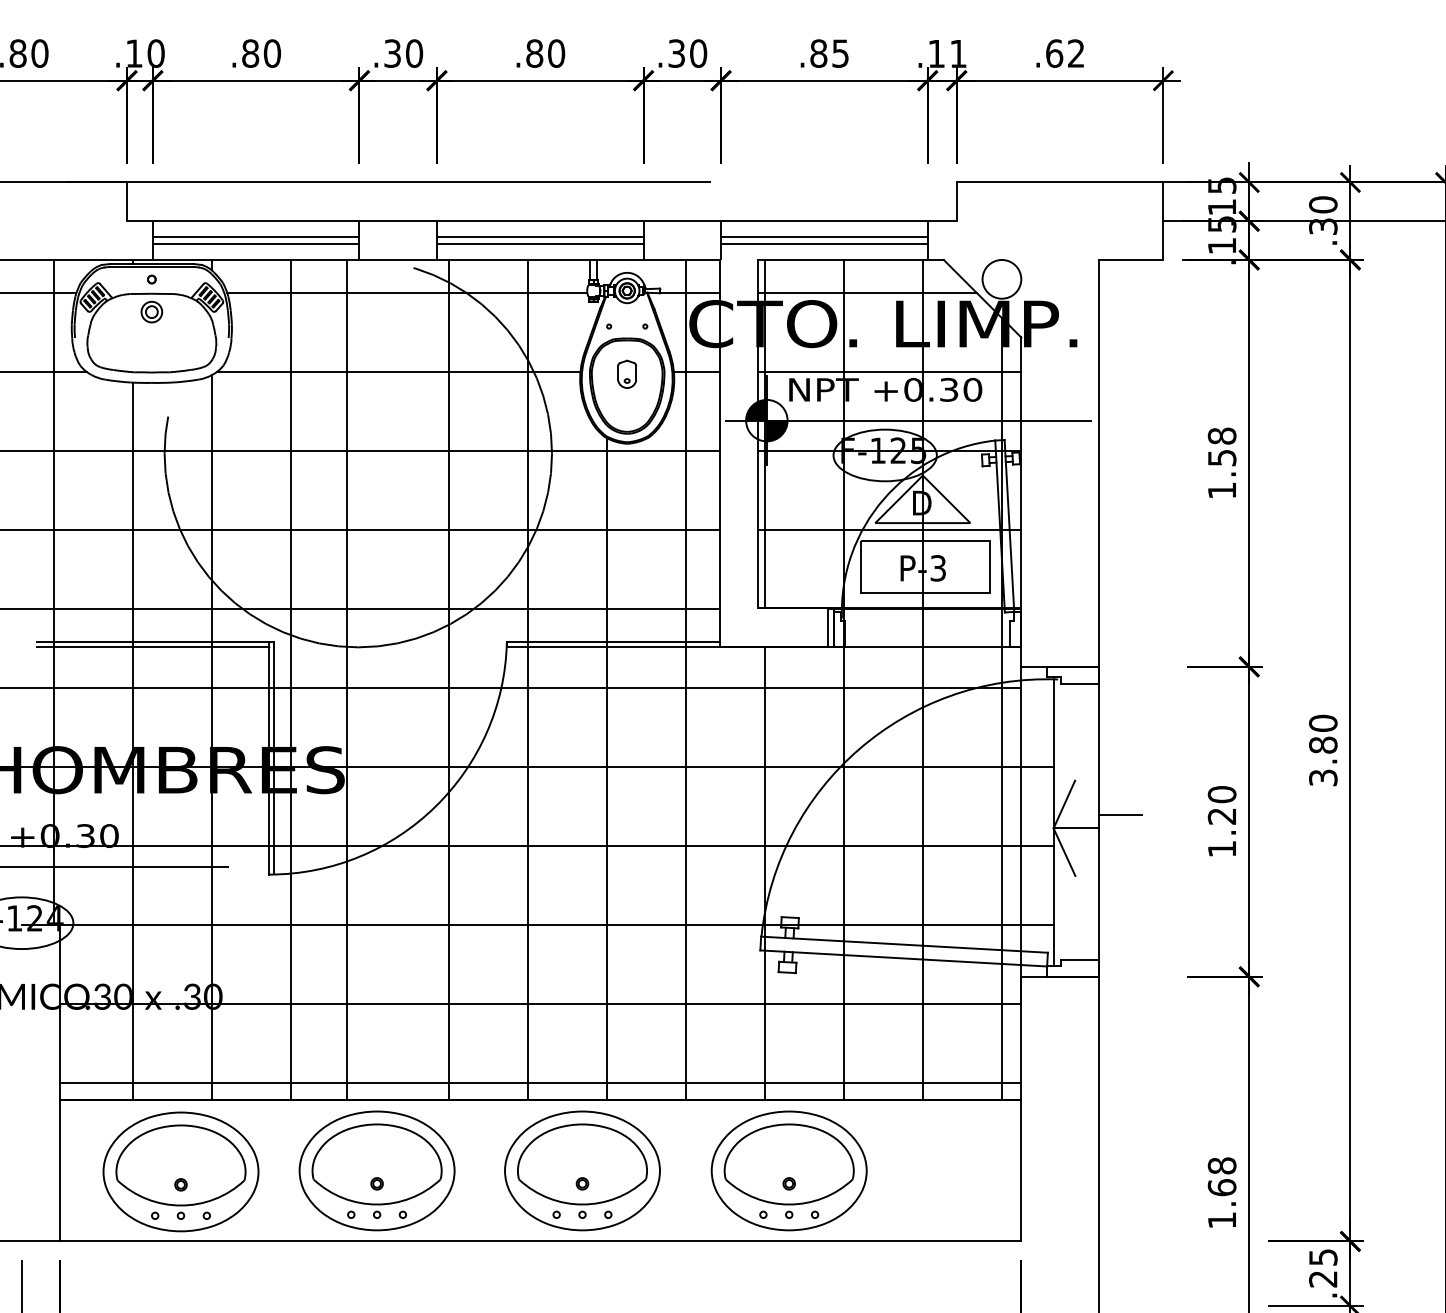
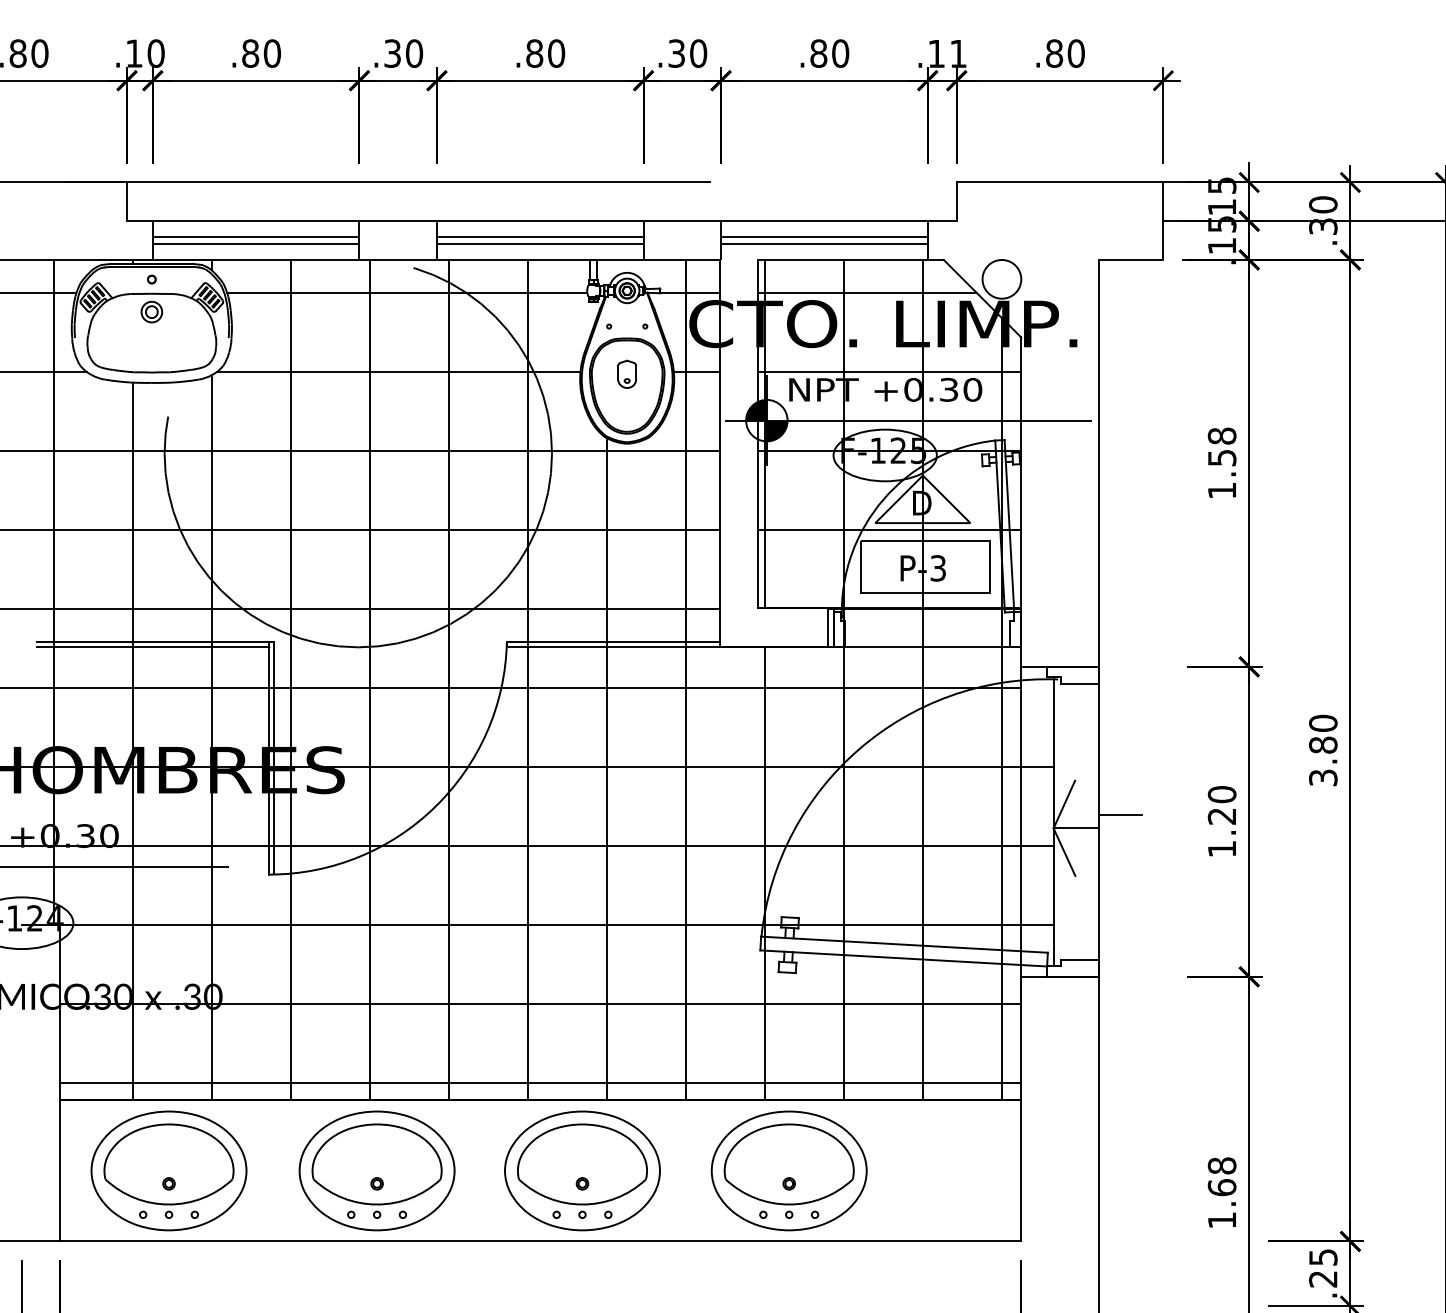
text at (840, 53): .85 -> .80
text at (1065, 53): .62 -> .80
line at (346, 679) position: (346, 679) -> (369, 679)
part at (180, 1171) position: (180, 1171) -> (168, 1170)
